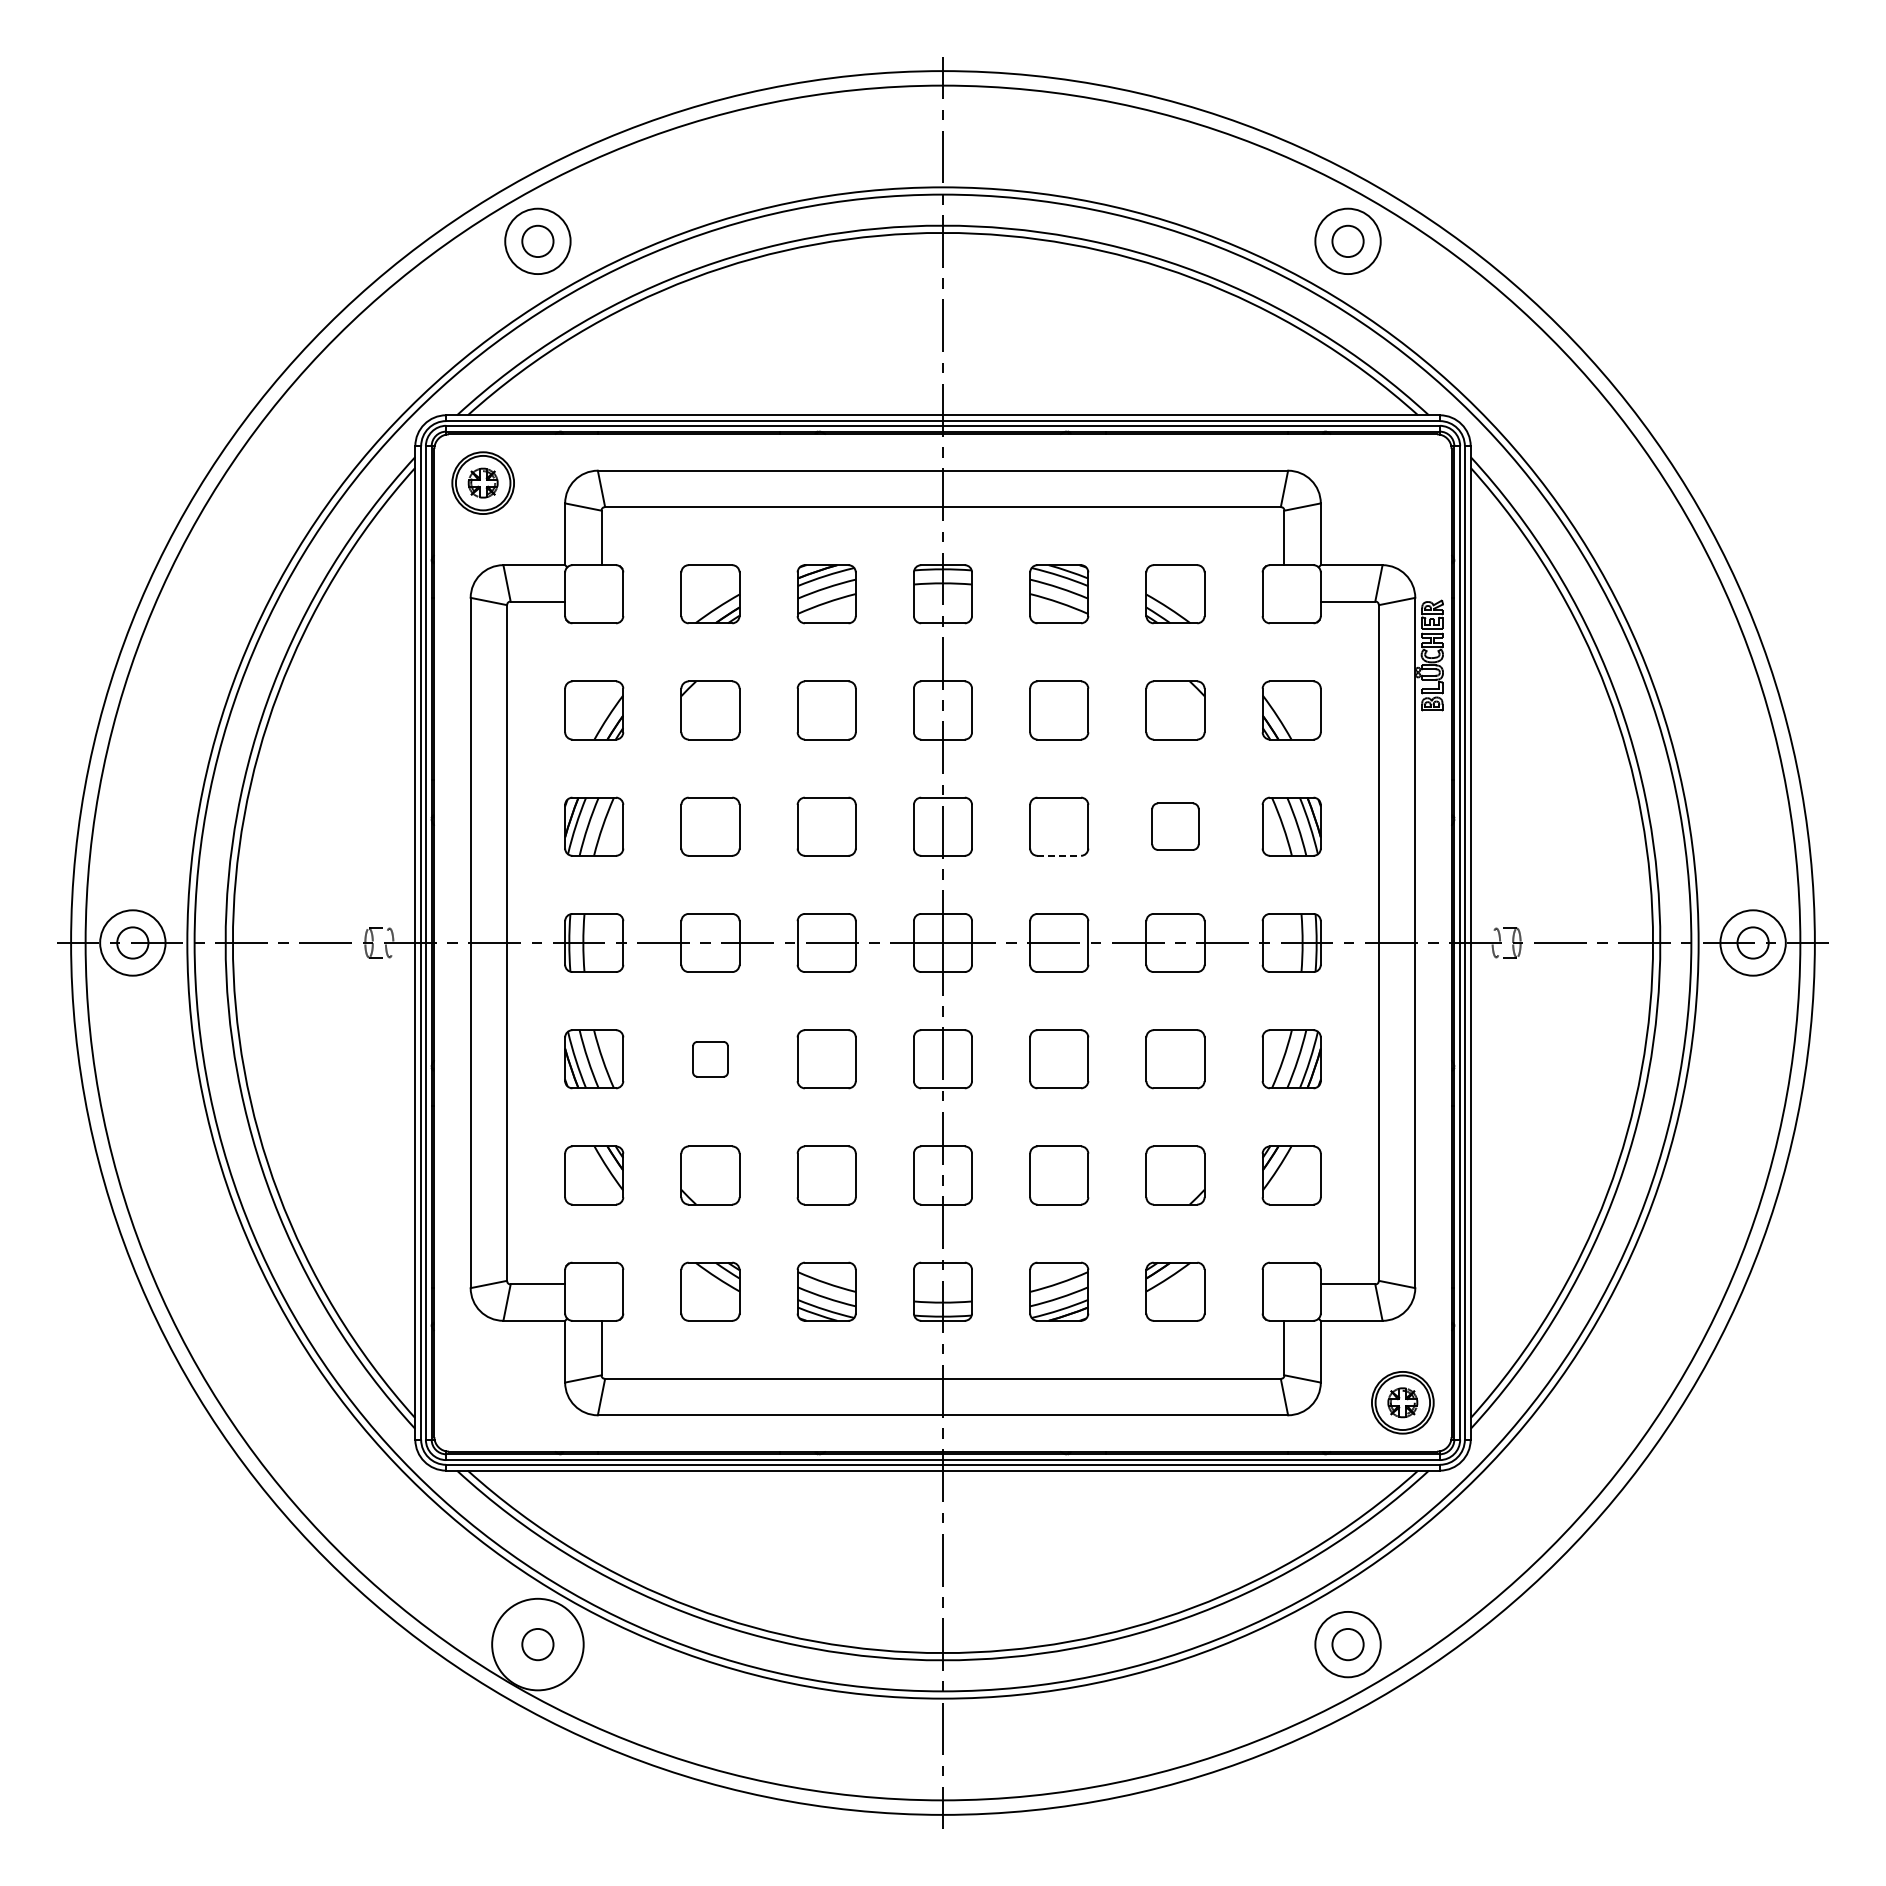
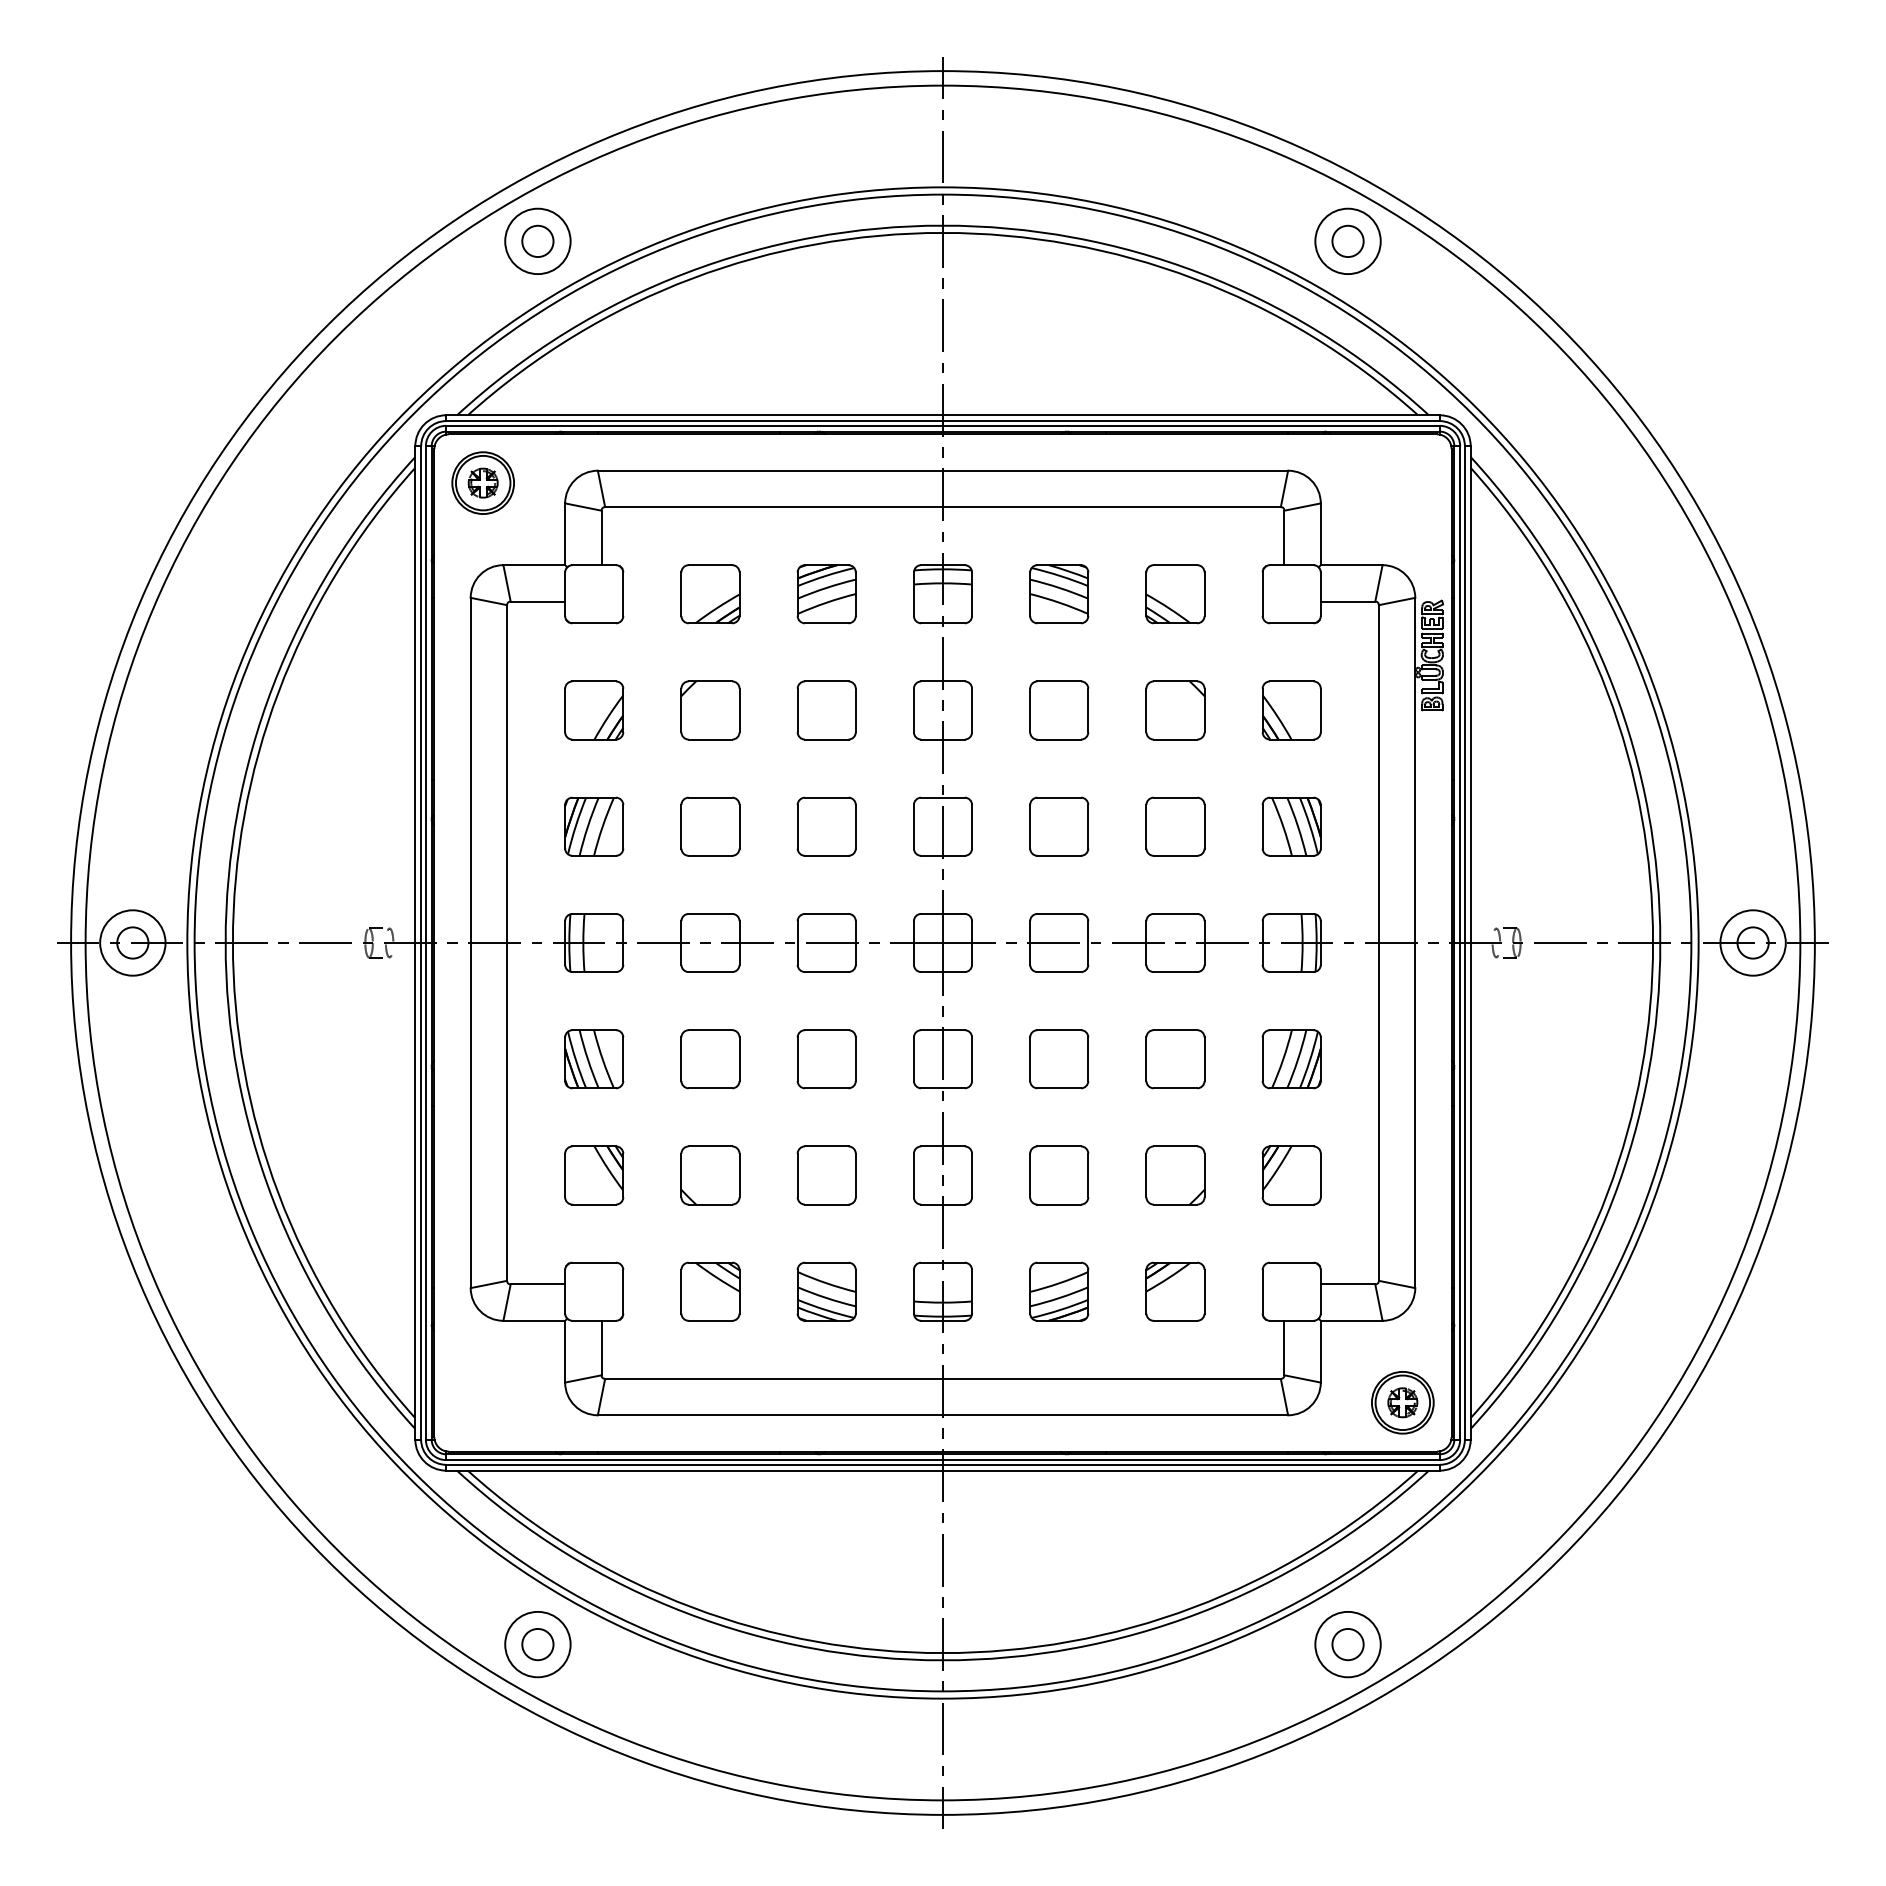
part at (1175, 826) size: 49x49 px -> 61x61 px
line at (1059, 855): dashed -> solid
part at (710, 1059) size: 37x37 px -> 61x61 px
circle at (537, 1644) diameter: 92 px -> 65 px
